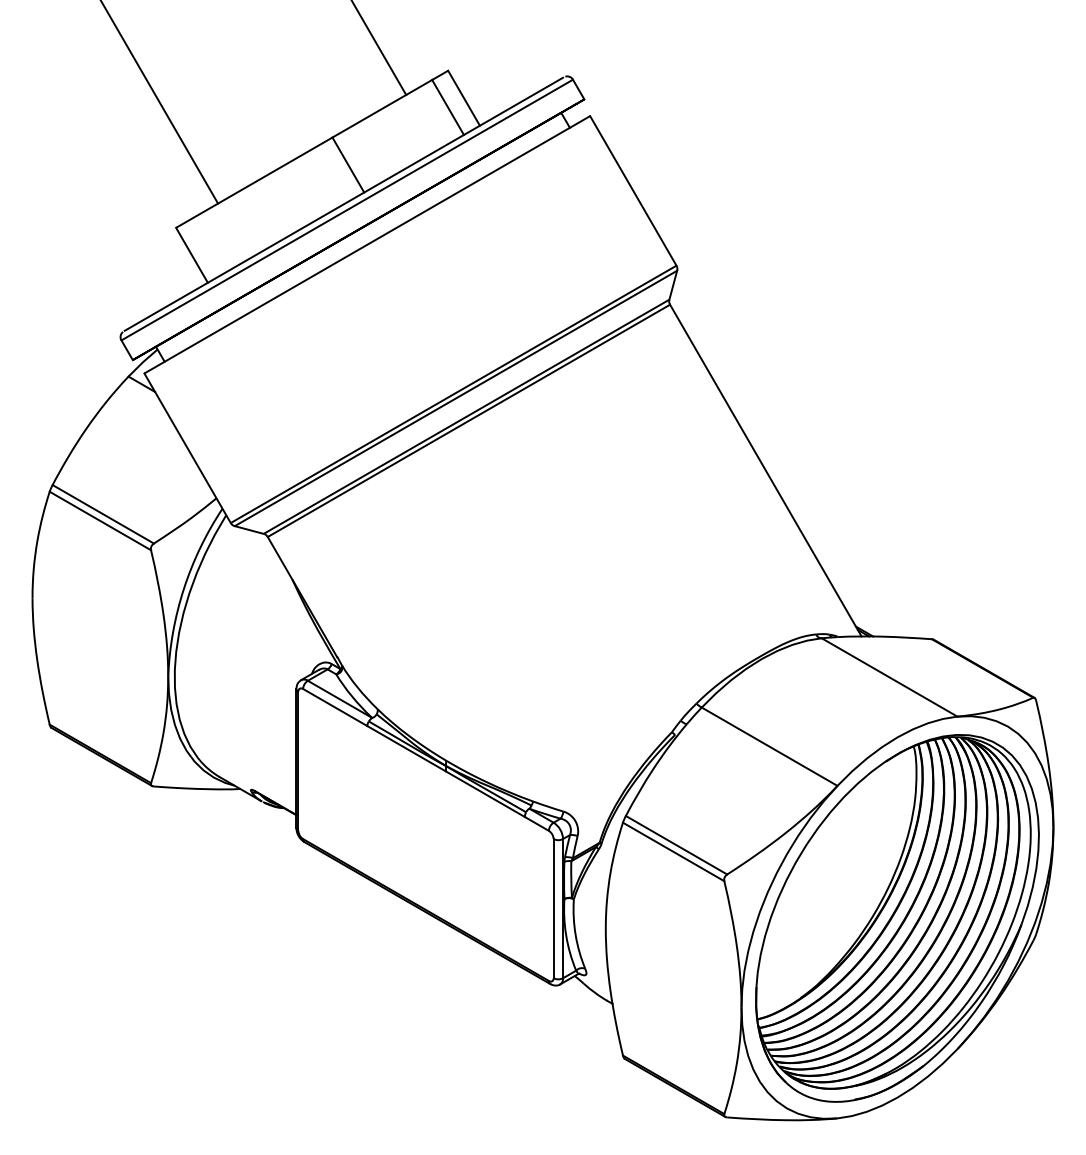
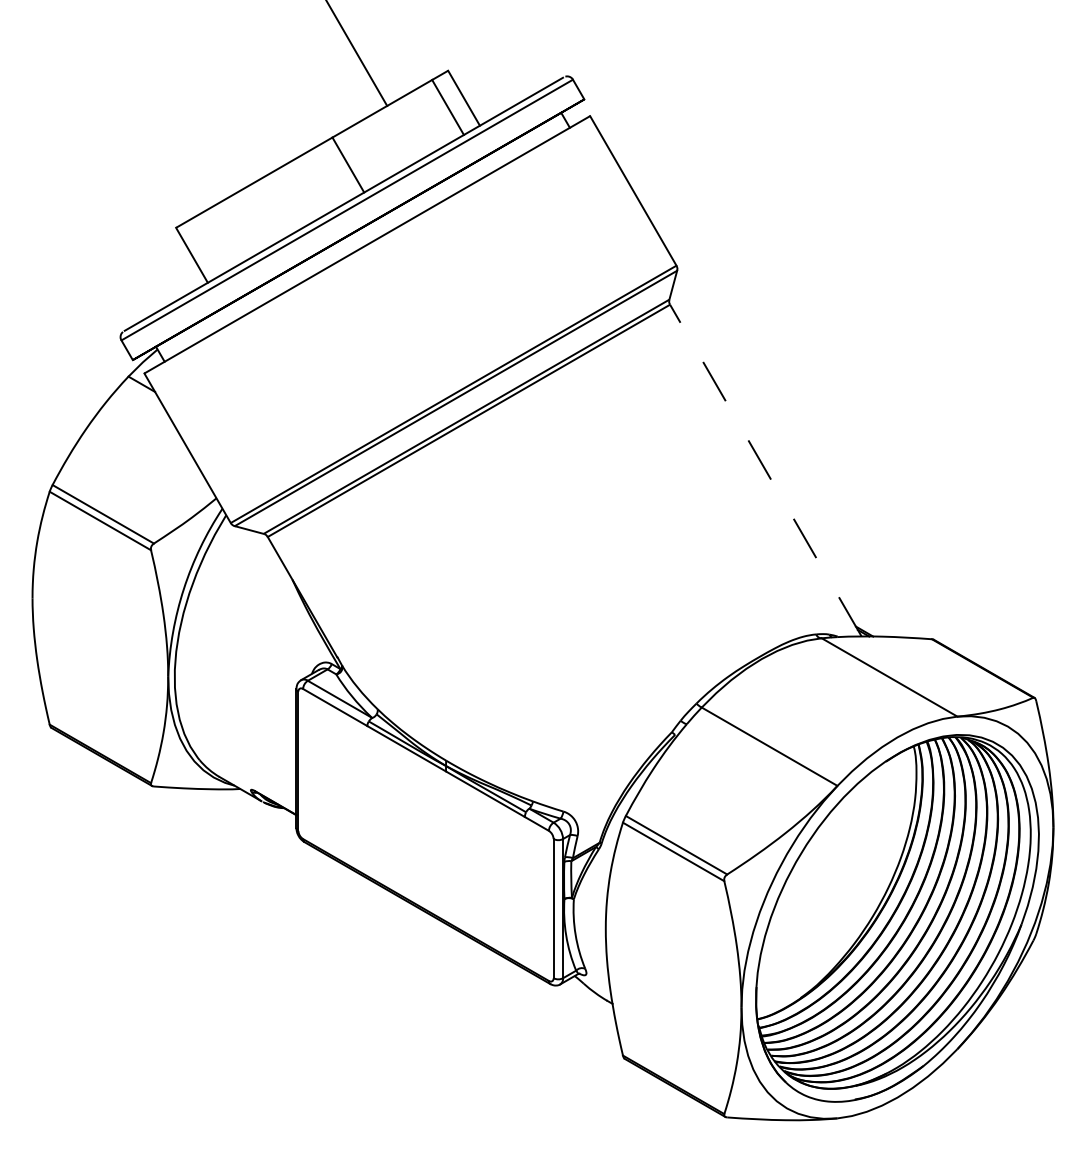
line at (379, 48) position: (379, 48) -> (357, 53)
line at (159, 102): present -> none
line at (765, 470): solid -> dashed
